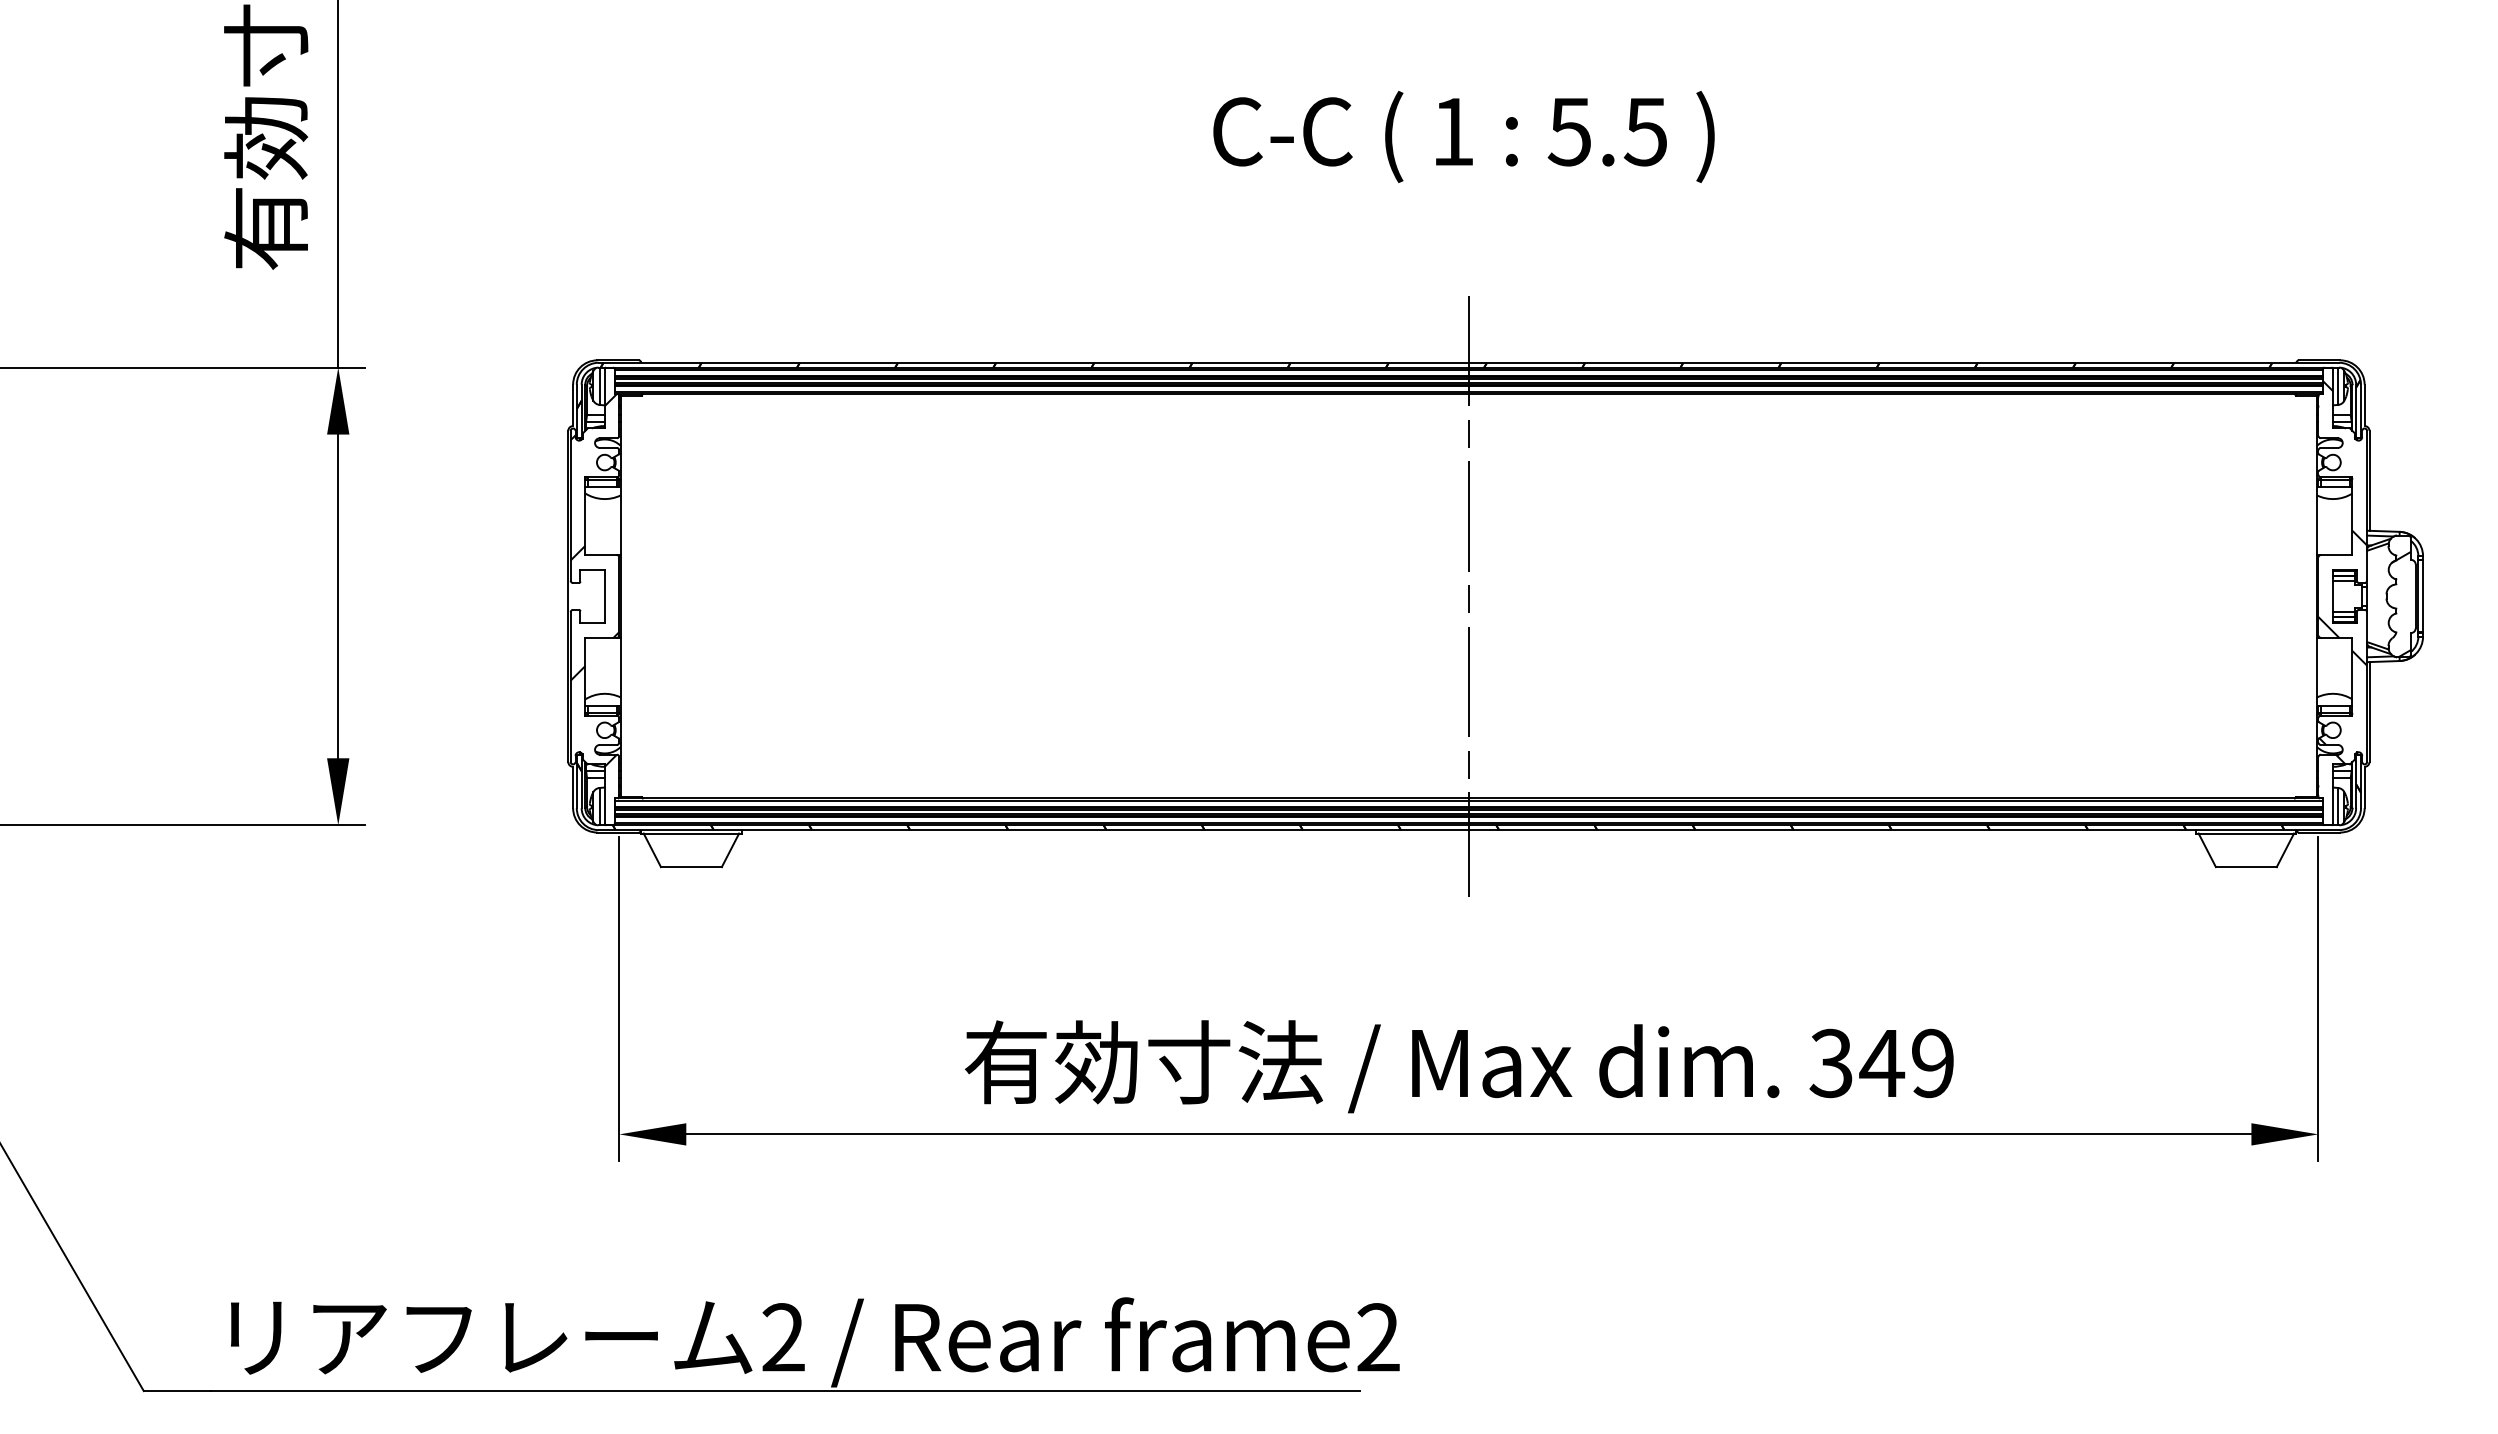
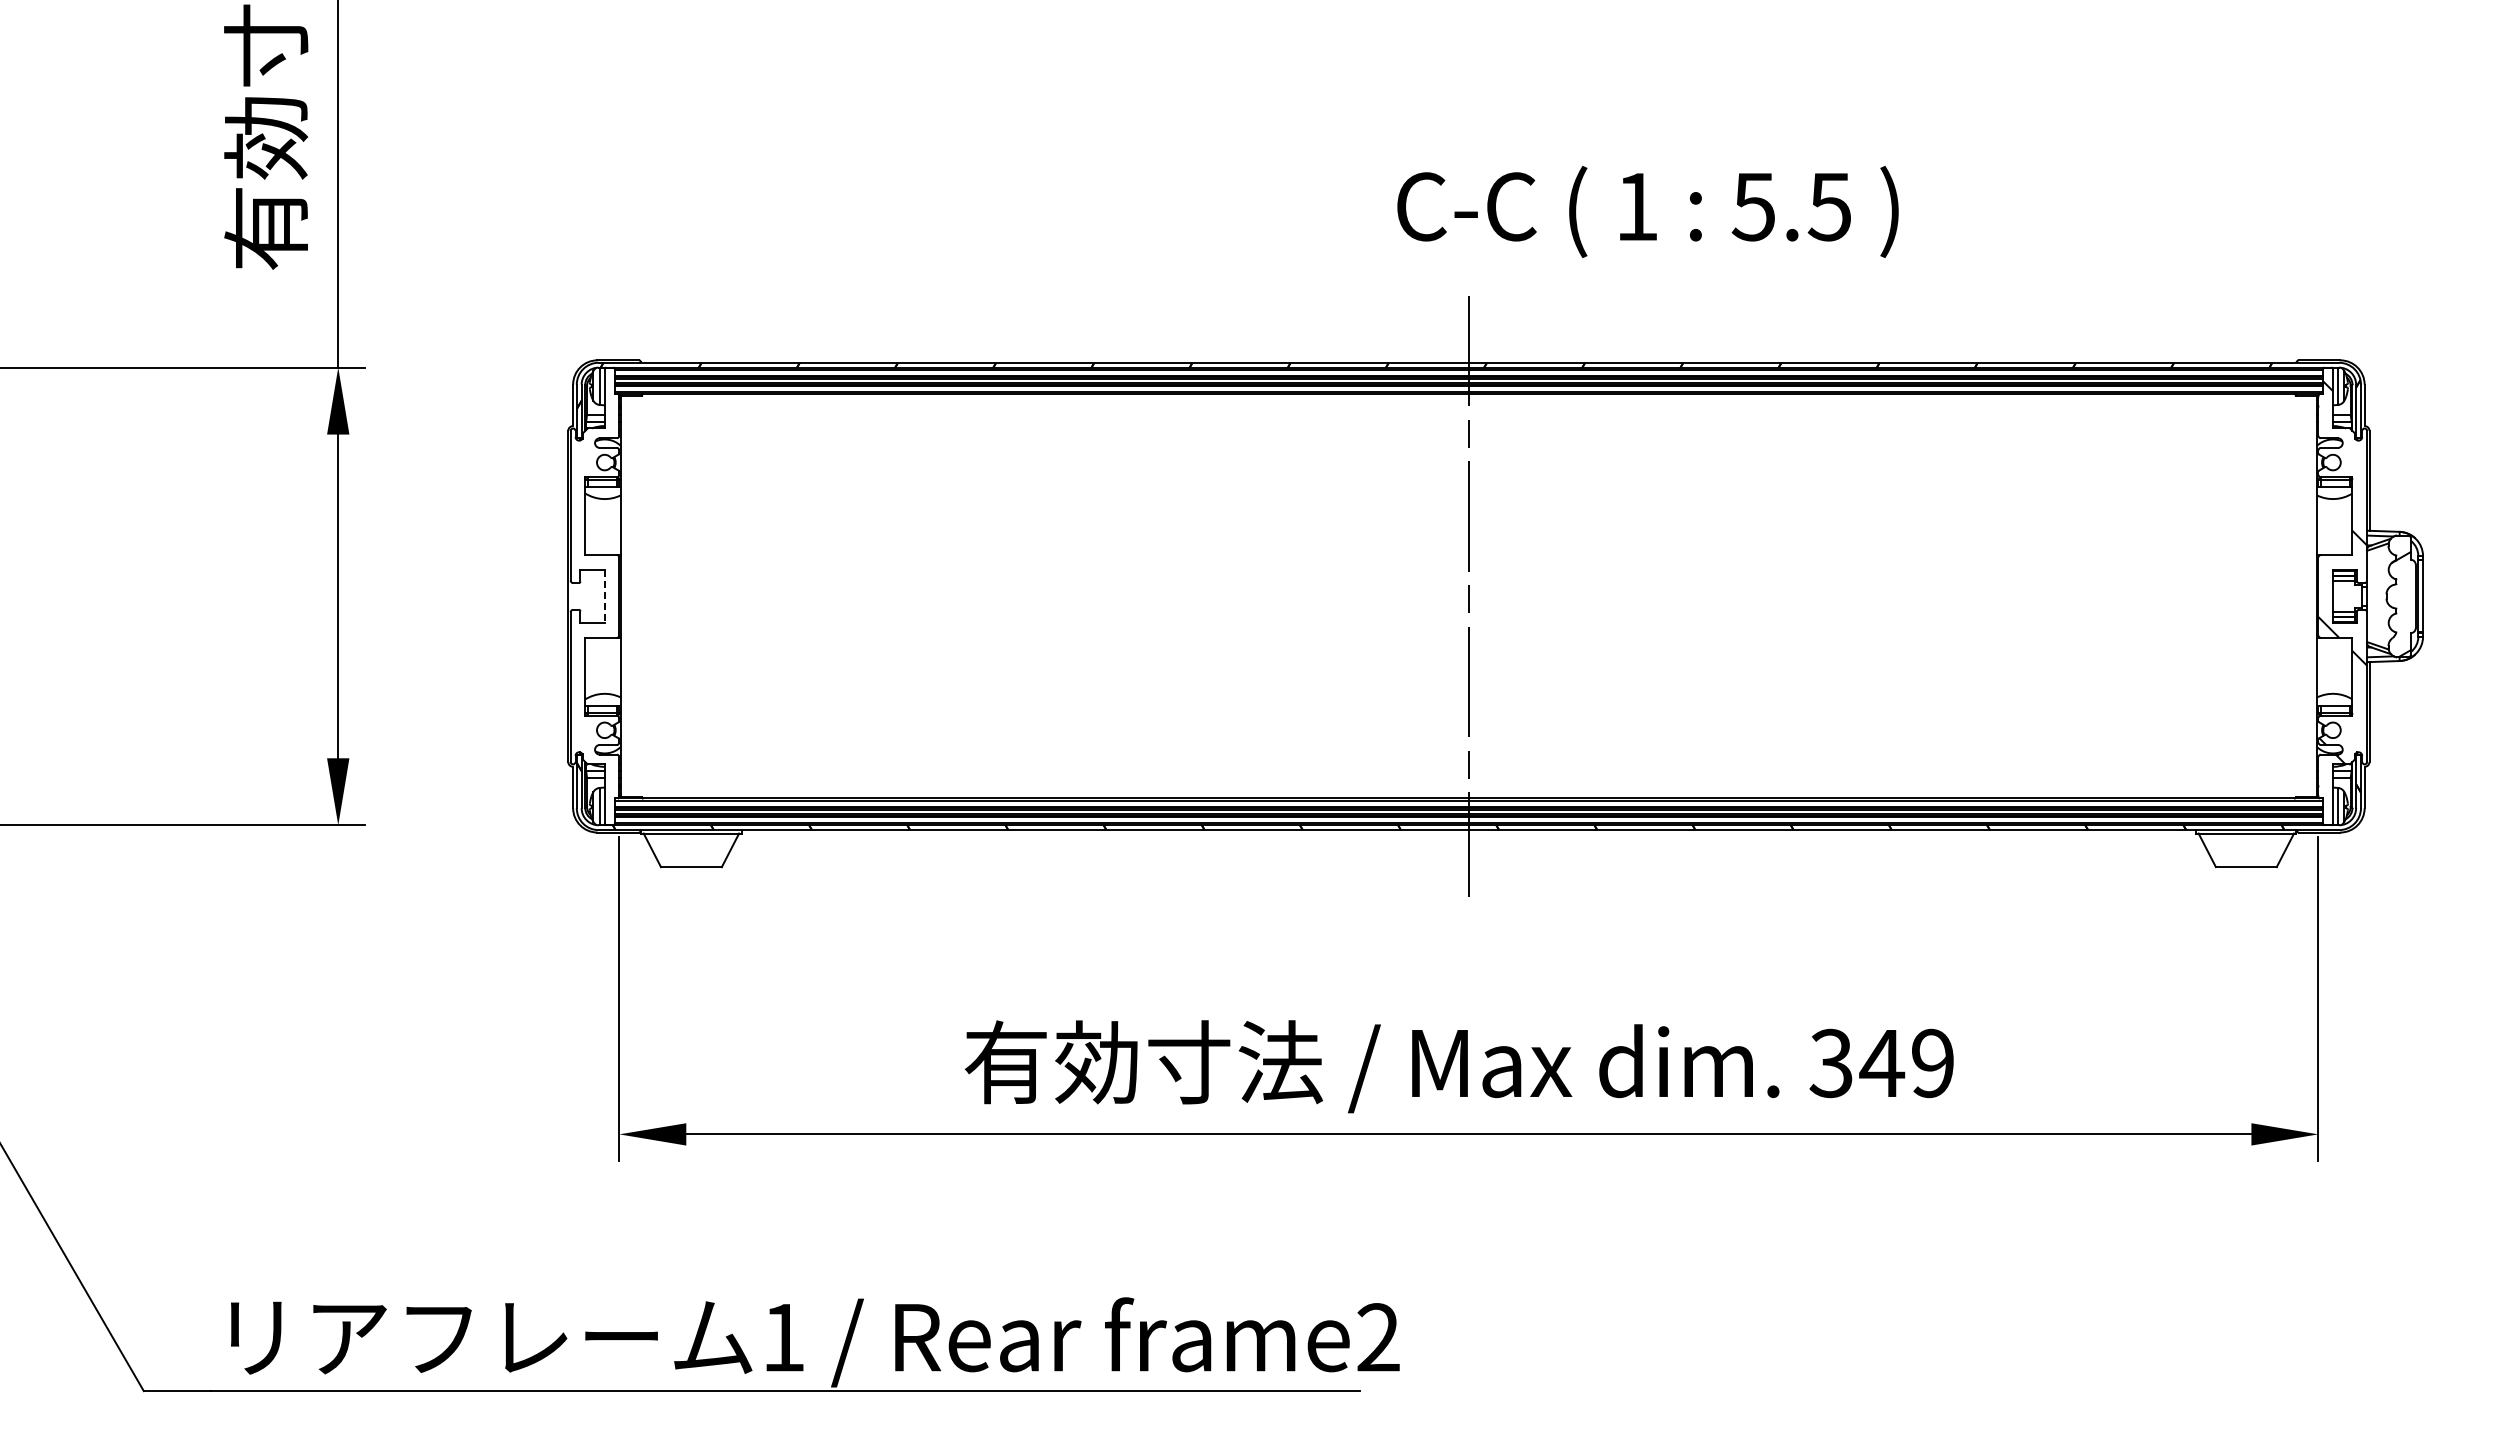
text at (1463, 136) position: (1463, 136) -> (1647, 211)
hatch at (594, 580): present -> none
line at (604, 596): solid -> dashed
text at (783, 1337): 2 -> 1
